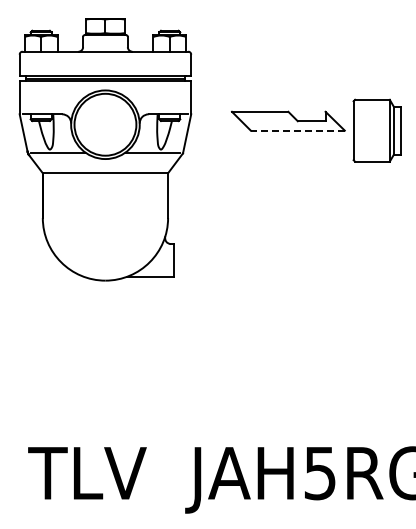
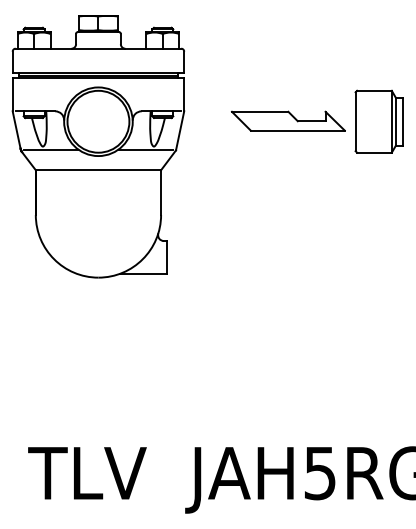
line at (297, 130): dashed -> solid
part at (376, 130) position: (376, 130) -> (378, 121)
part at (105, 149) position: (105, 149) -> (98, 146)
